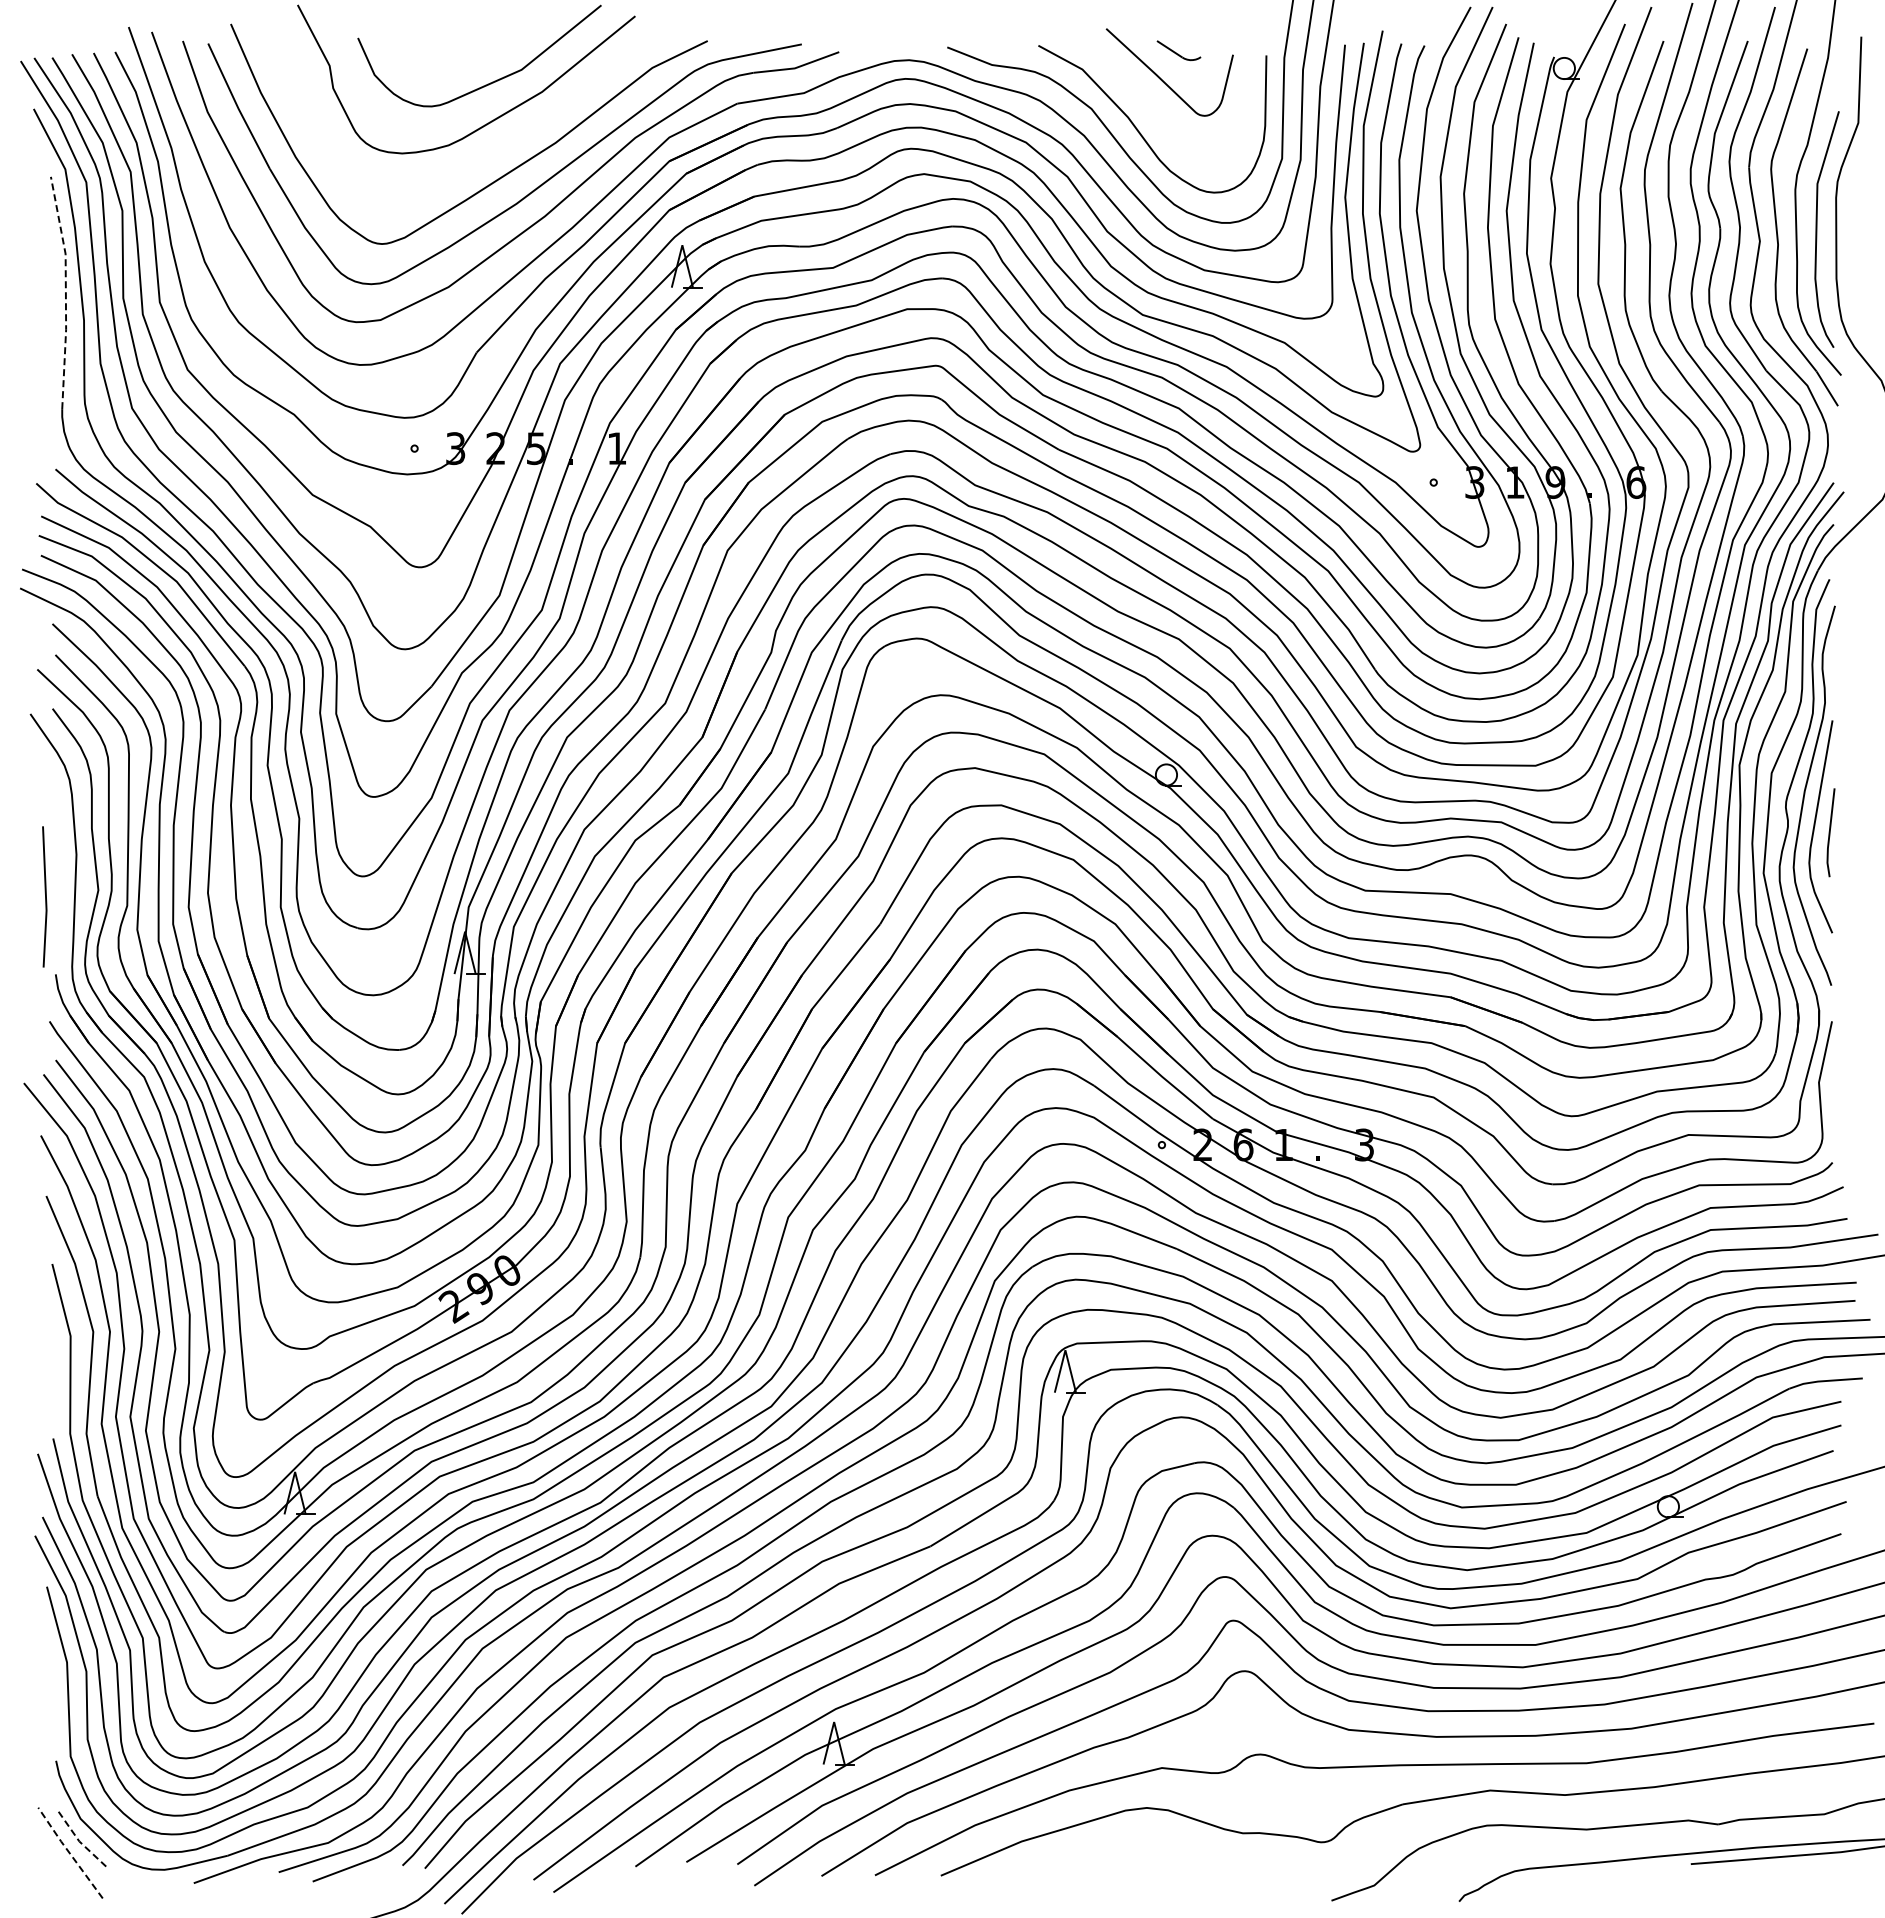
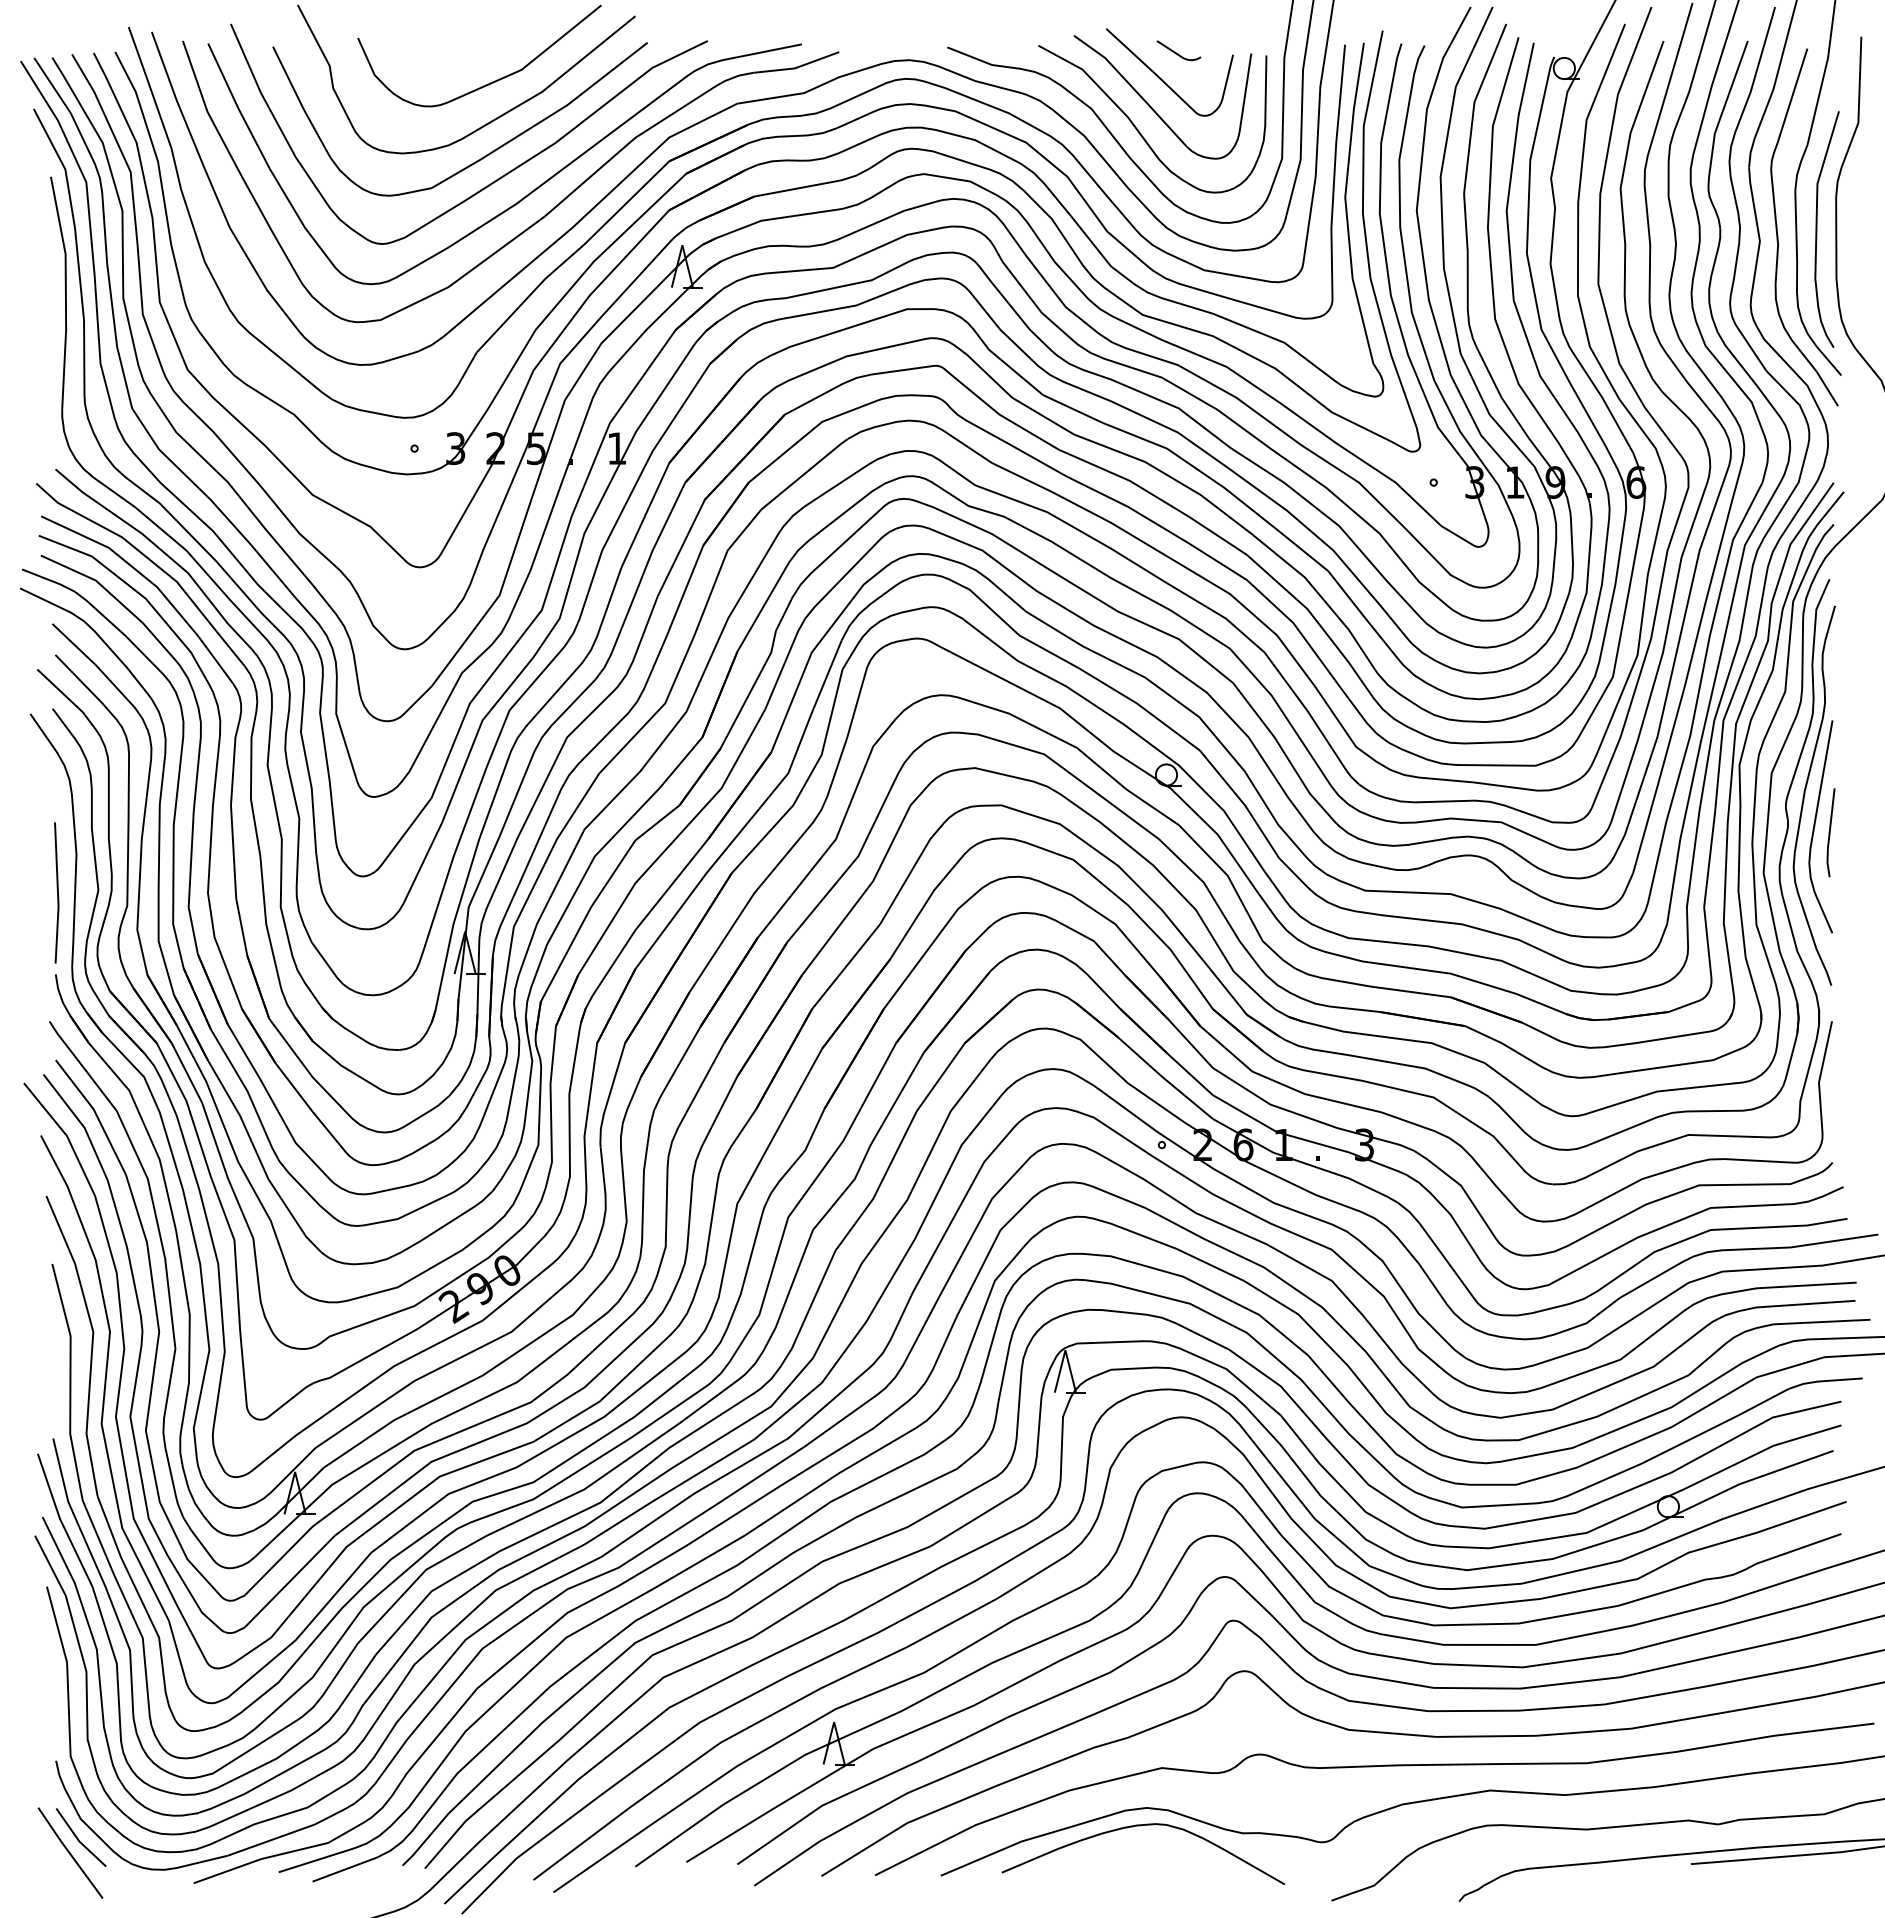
part at (1152, 107): none -> present
curve at (481, 157): none -> present
line at (65, 291): dashed -> solid
line at (45, 896) position: (45, 896) -> (57, 892)
curve at (1141, 1826): none -> present
line at (78, 1839): dashed -> solid
line at (69, 1852): dashed -> solid
